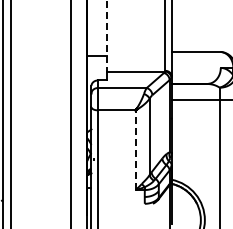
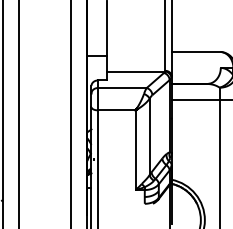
line at (107, 36): dashed -> solid
line at (11, 113) position: (11, 113) -> (19, 113)
line at (135, 150): dashed -> solid
